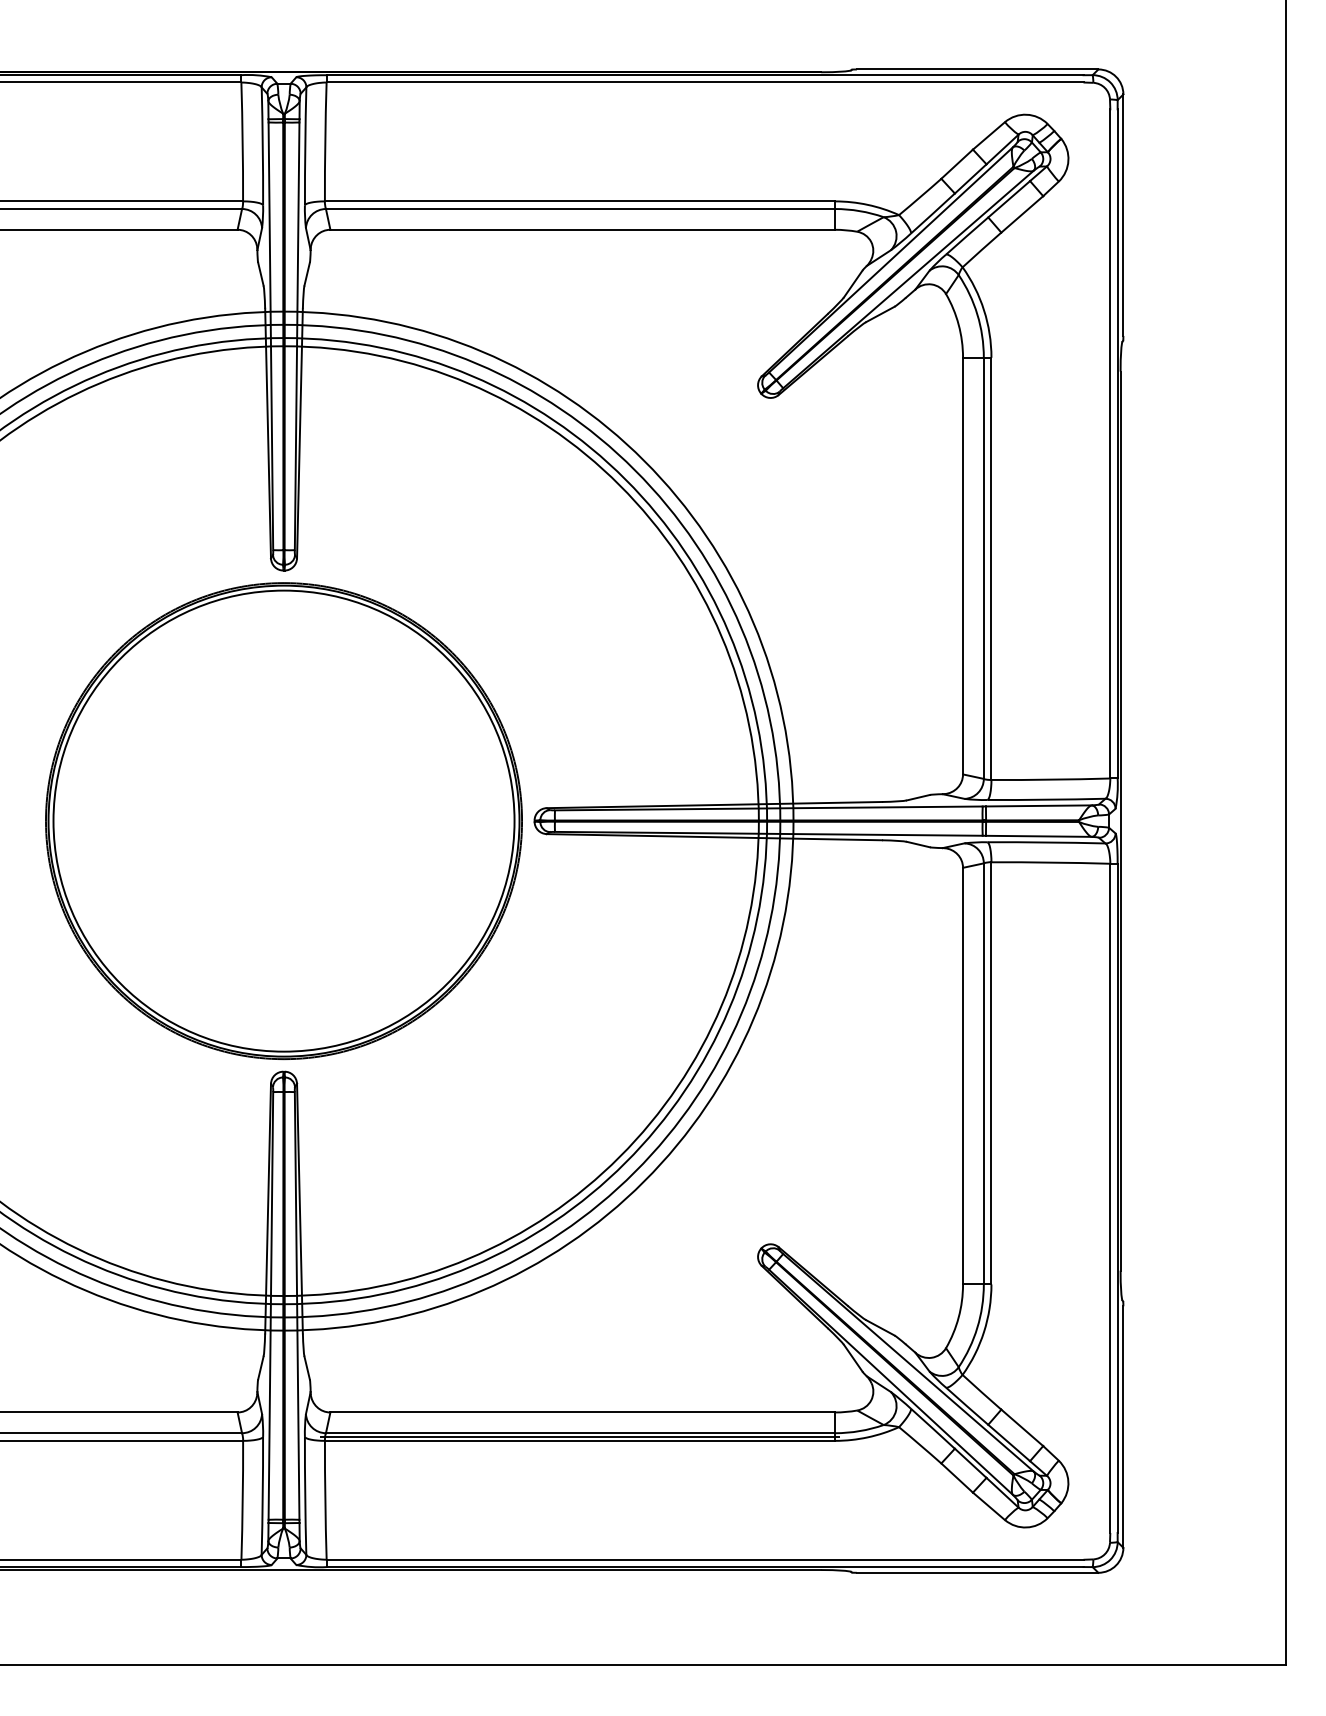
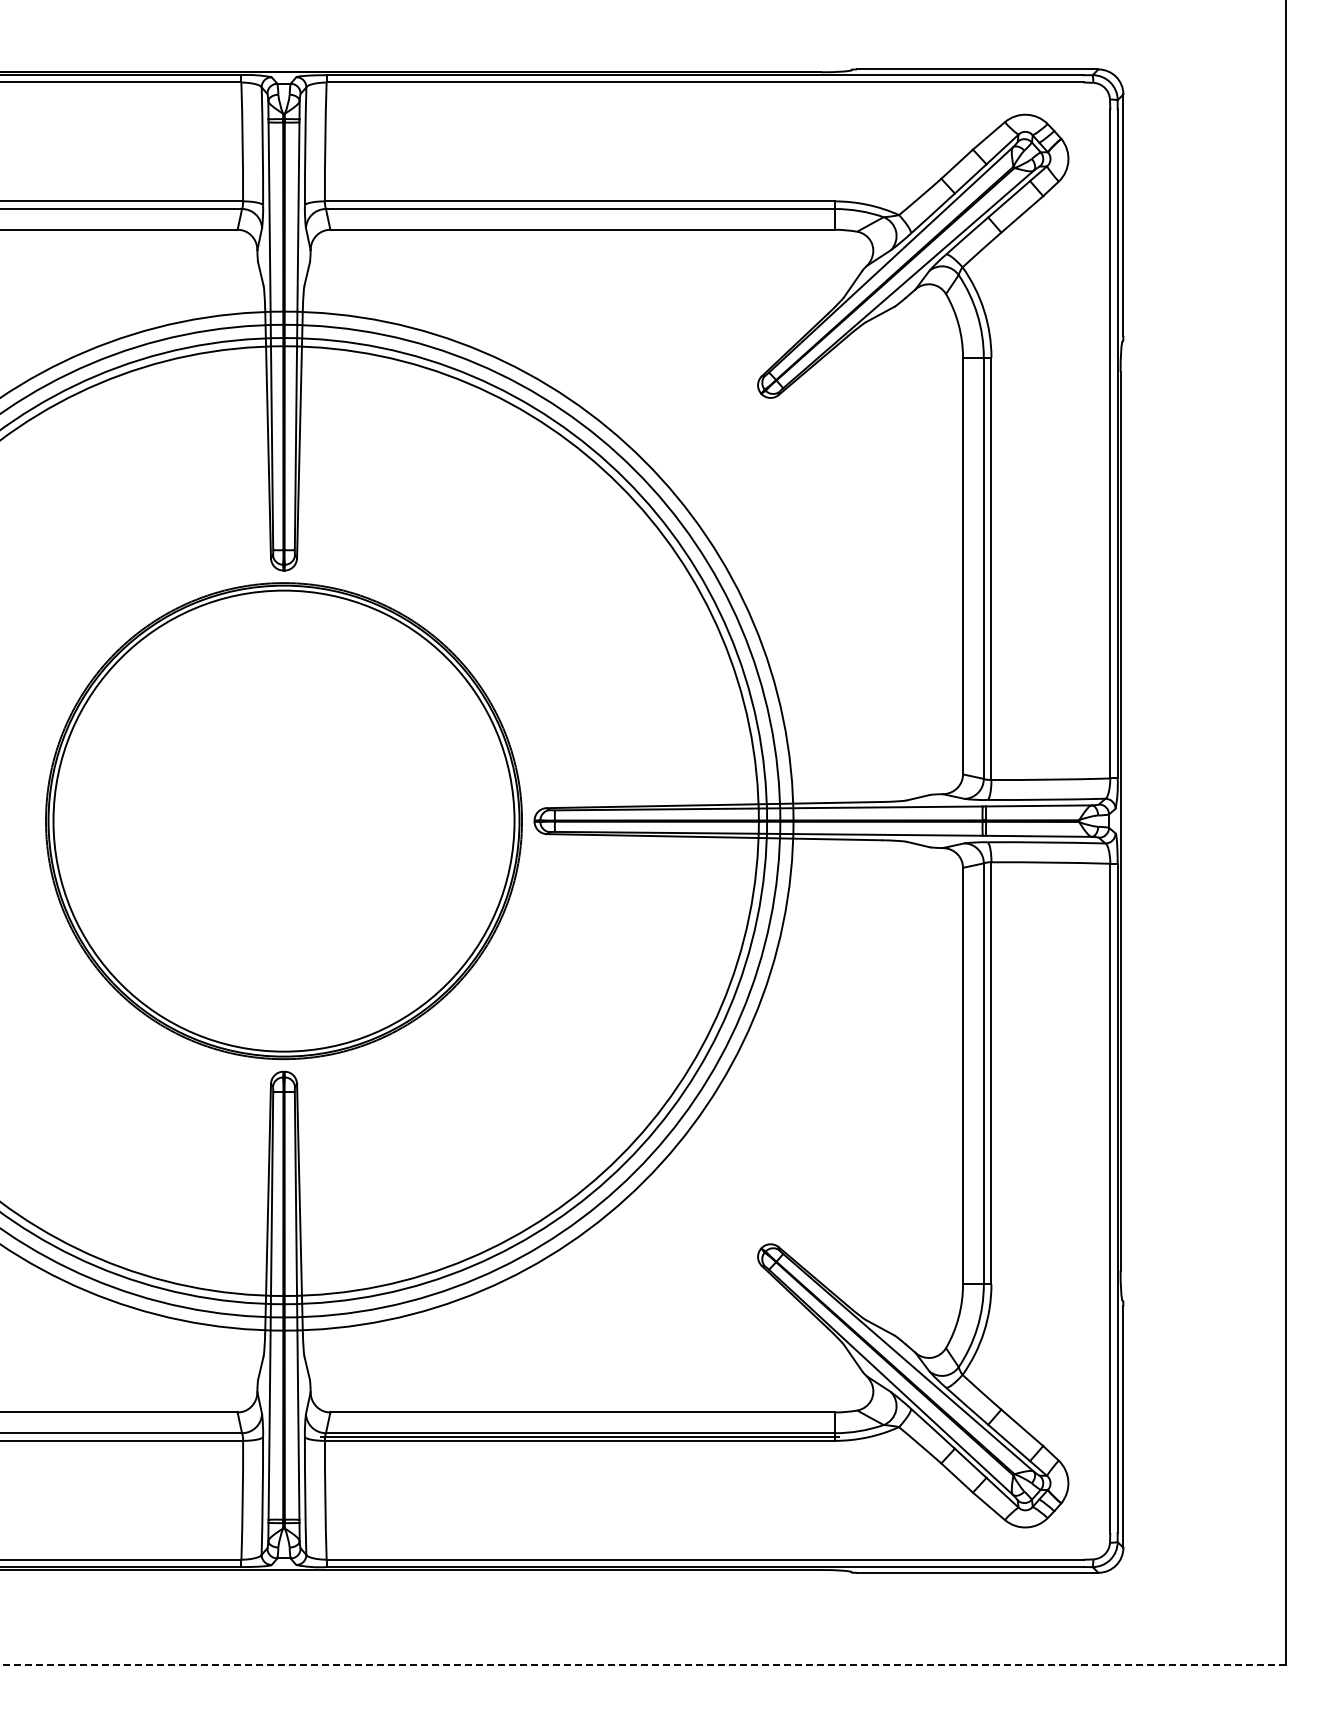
line at (642, 1664): solid -> dashed
